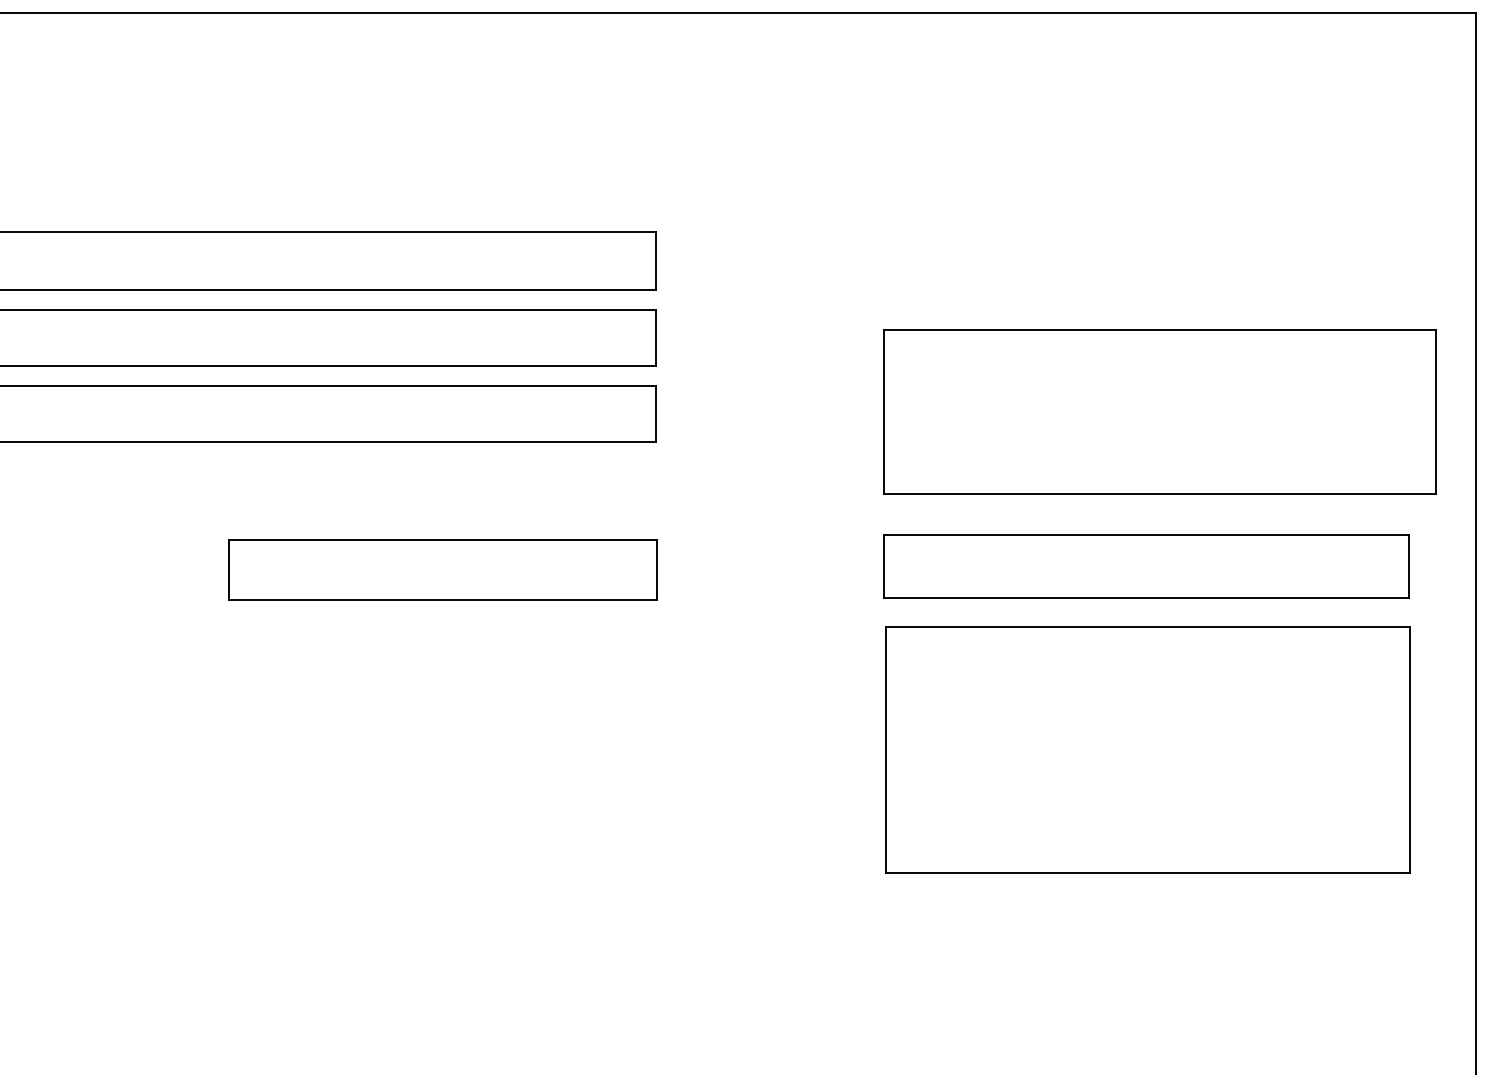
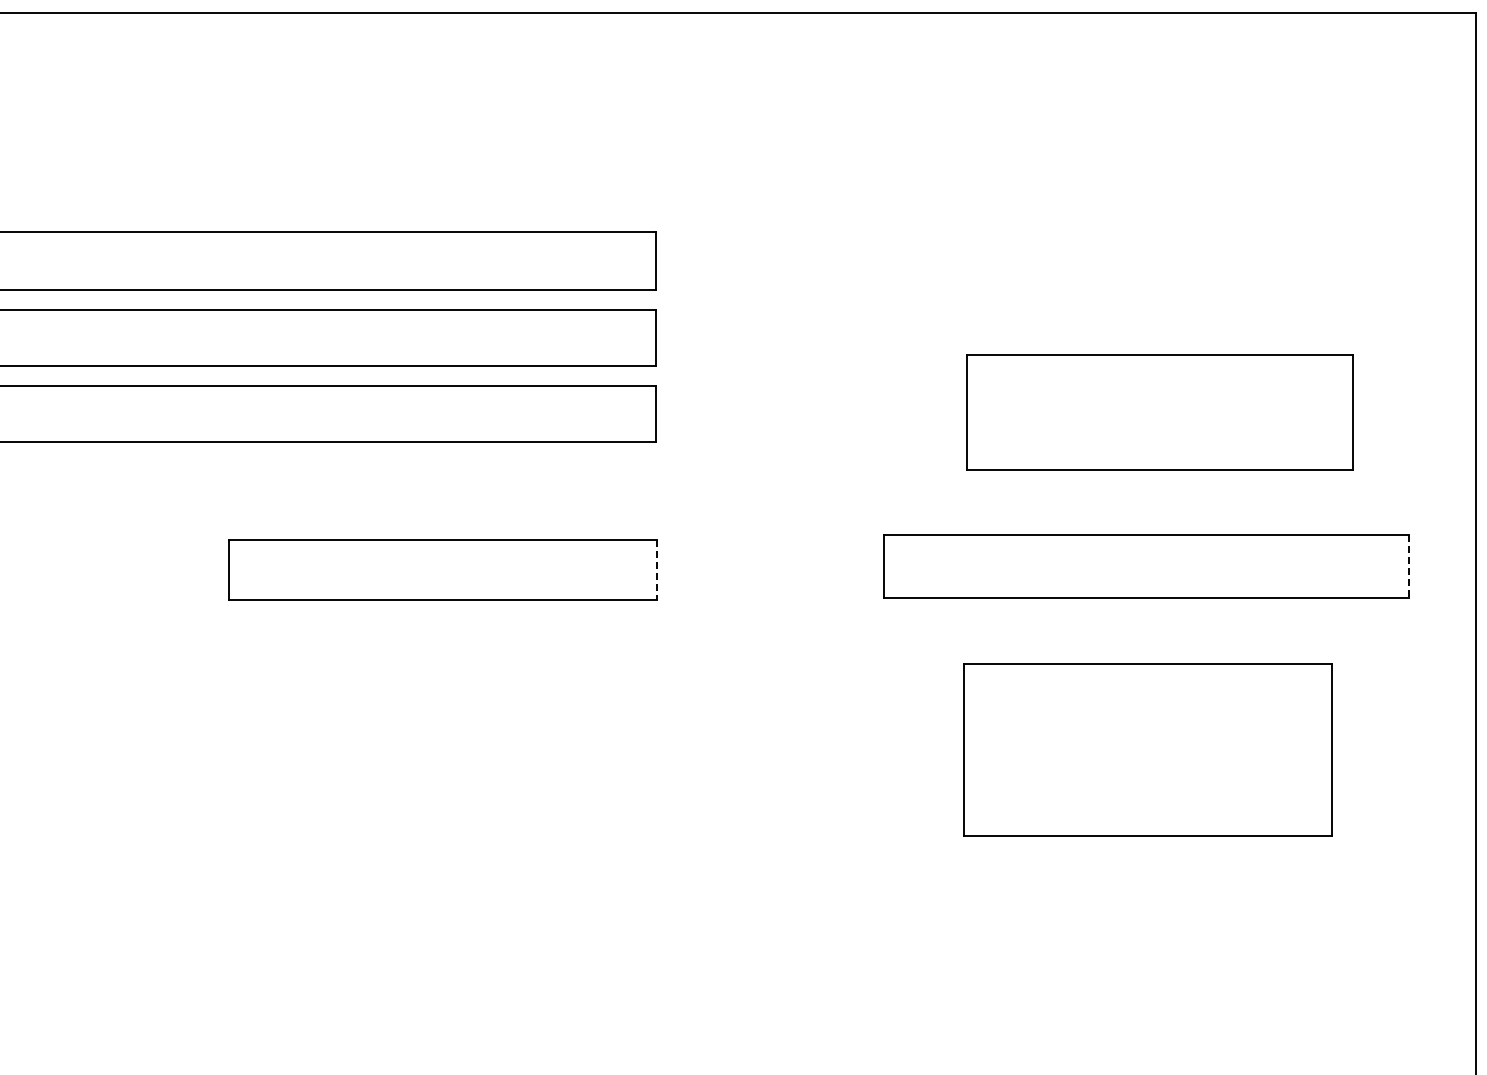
part at (1159, 411) size: 554x166 px -> 388x117 px
line at (1409, 567): solid -> dashed
line at (656, 570): solid -> dashed
part at (1147, 749) size: 526x248 px -> 370x174 px
